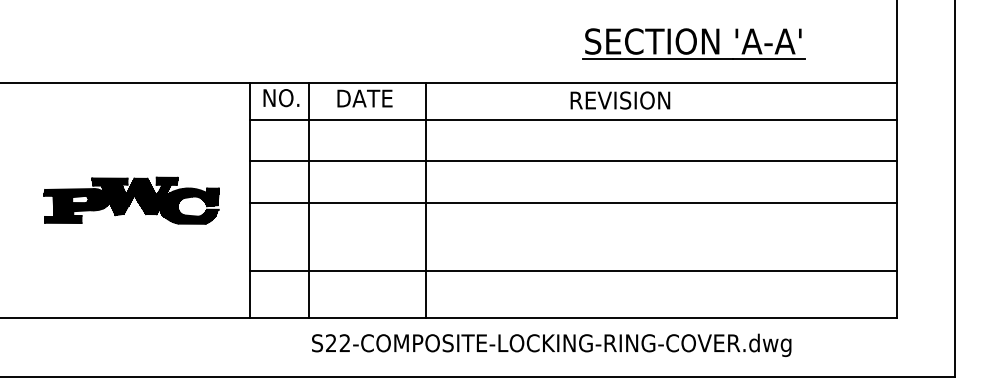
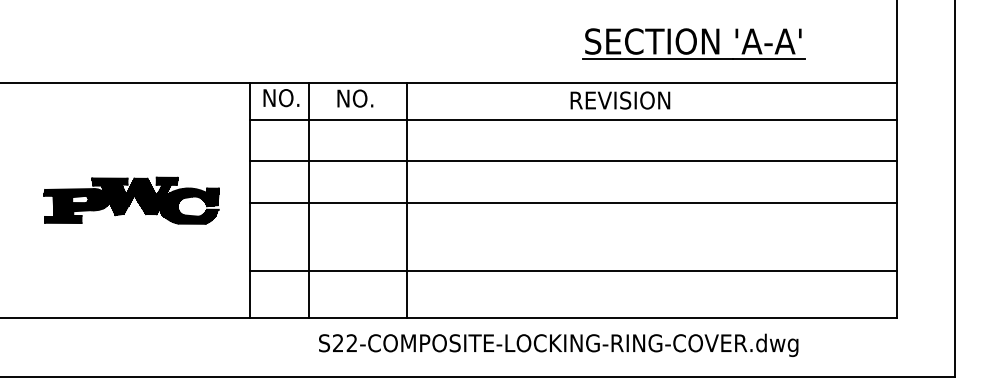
text at (365, 98): DATE -> NO.
line at (426, 199) position: (426, 199) -> (407, 199)
text at (551, 344) position: (551, 344) -> (558, 344)
